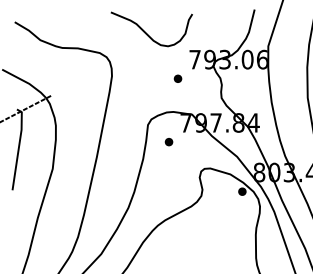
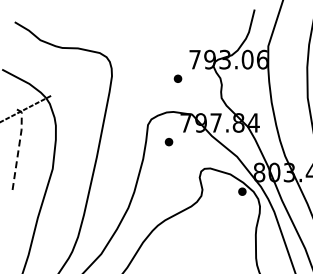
curve at (147, 33): present -> none
line at (18, 147): solid -> dashed
